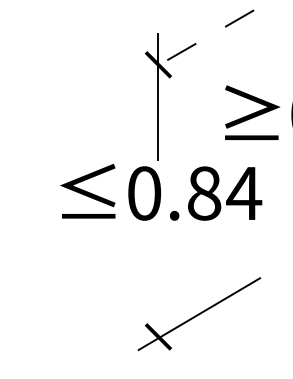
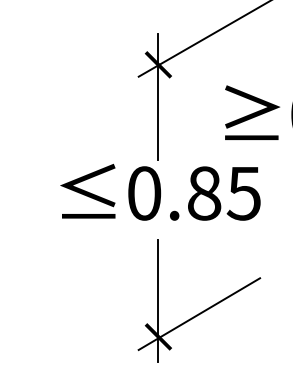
line at (204, 38): dashed -> solid
text at (244, 193): 0.84 -> 0.85
line at (158, 301): none -> present
